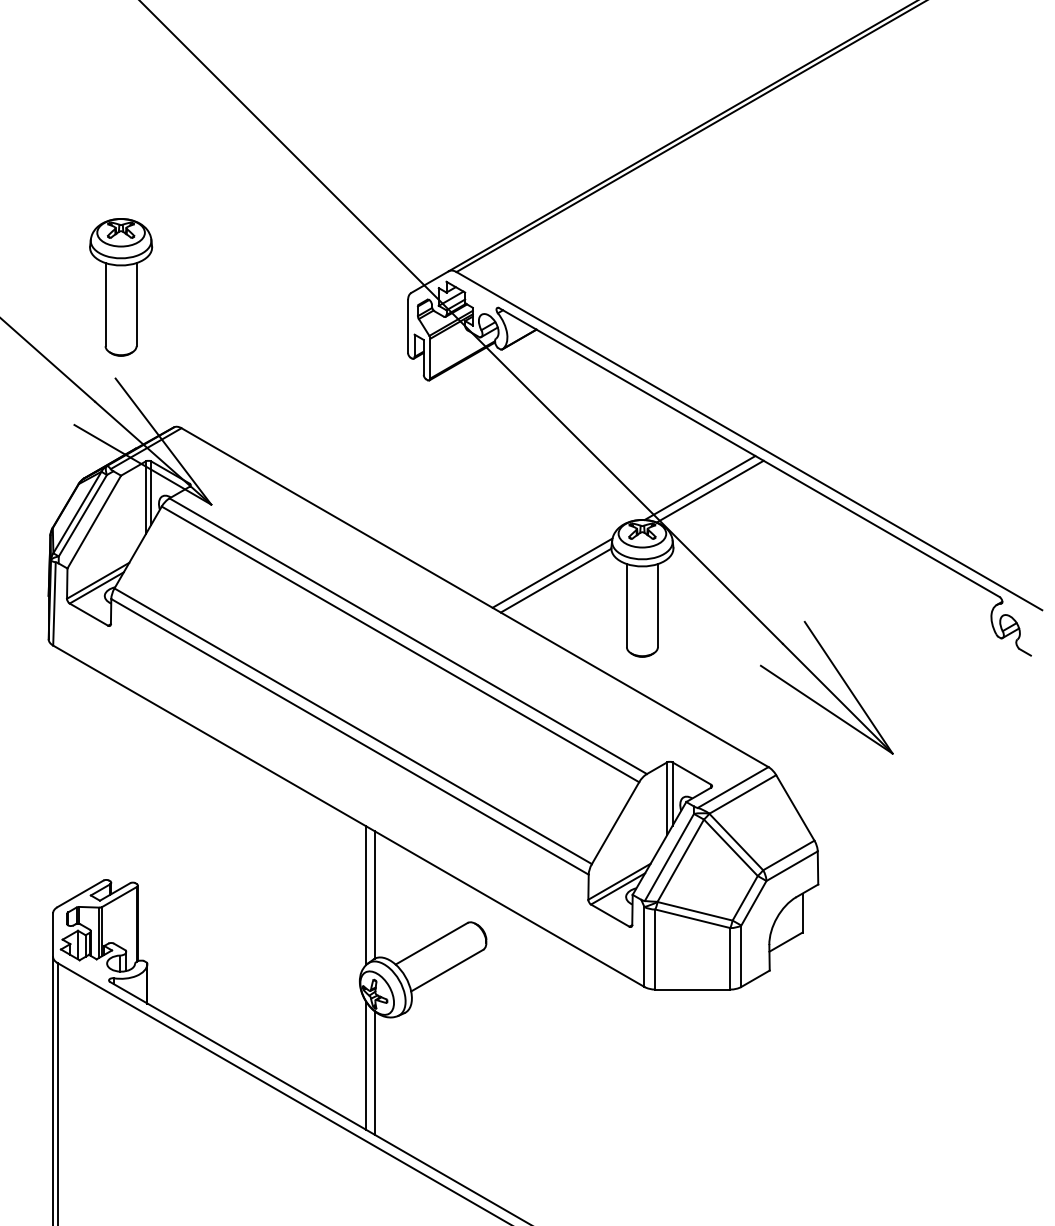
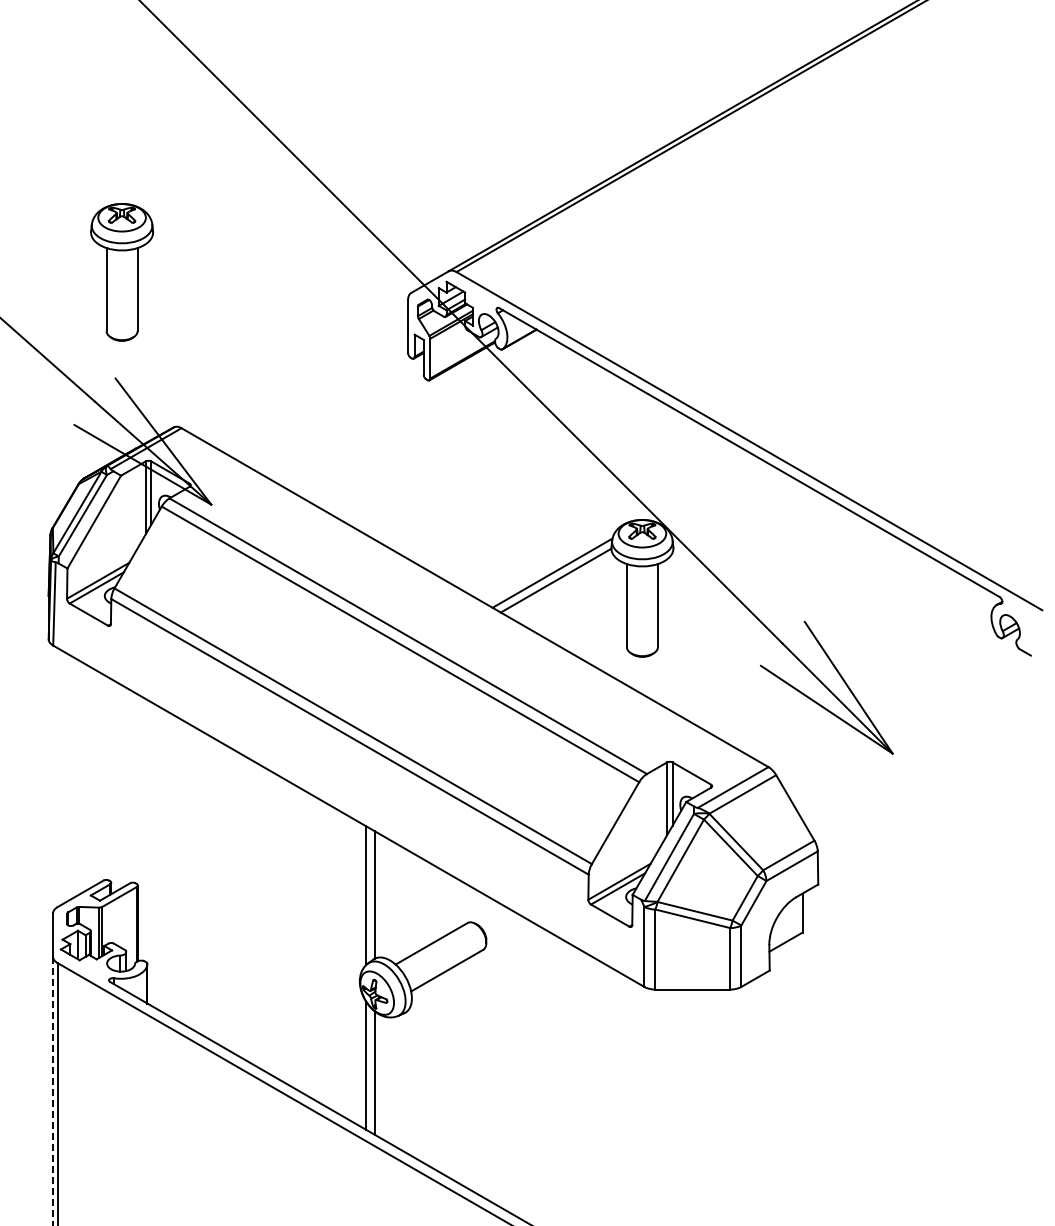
part at (121, 287) position: (121, 287) -> (122, 272)
line at (699, 488): present -> none
line at (709, 491): present -> none
line at (53, 1091): solid -> dashed
